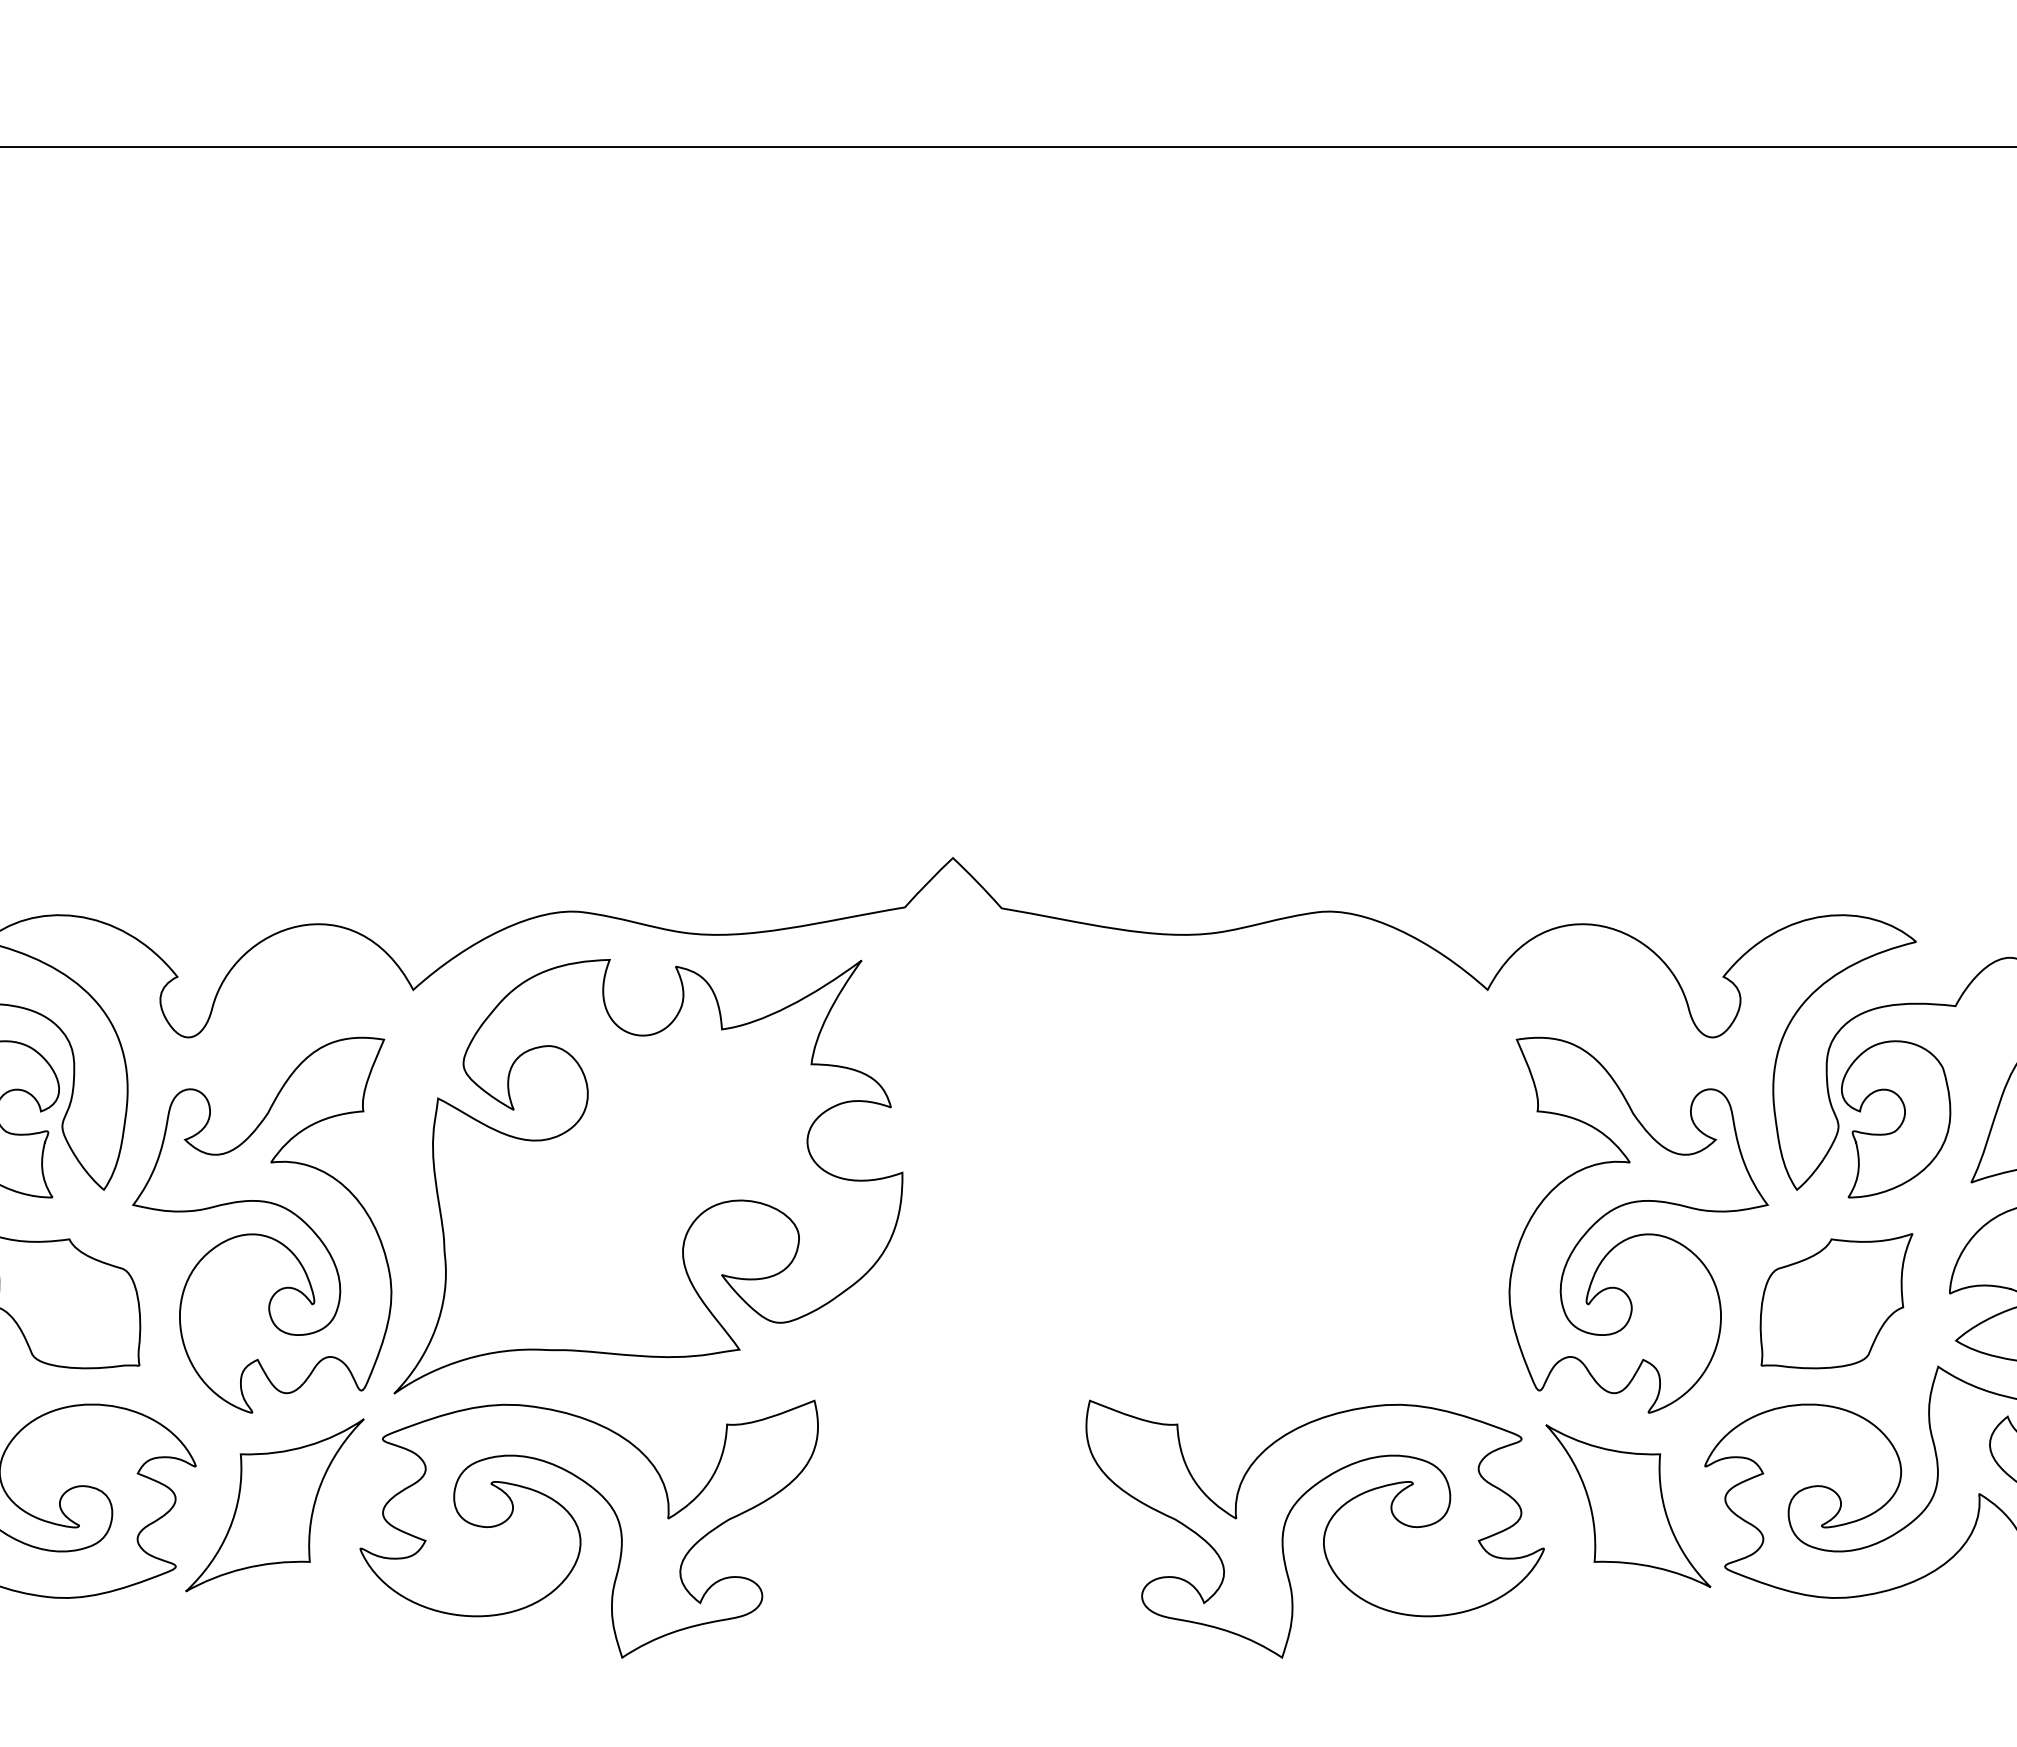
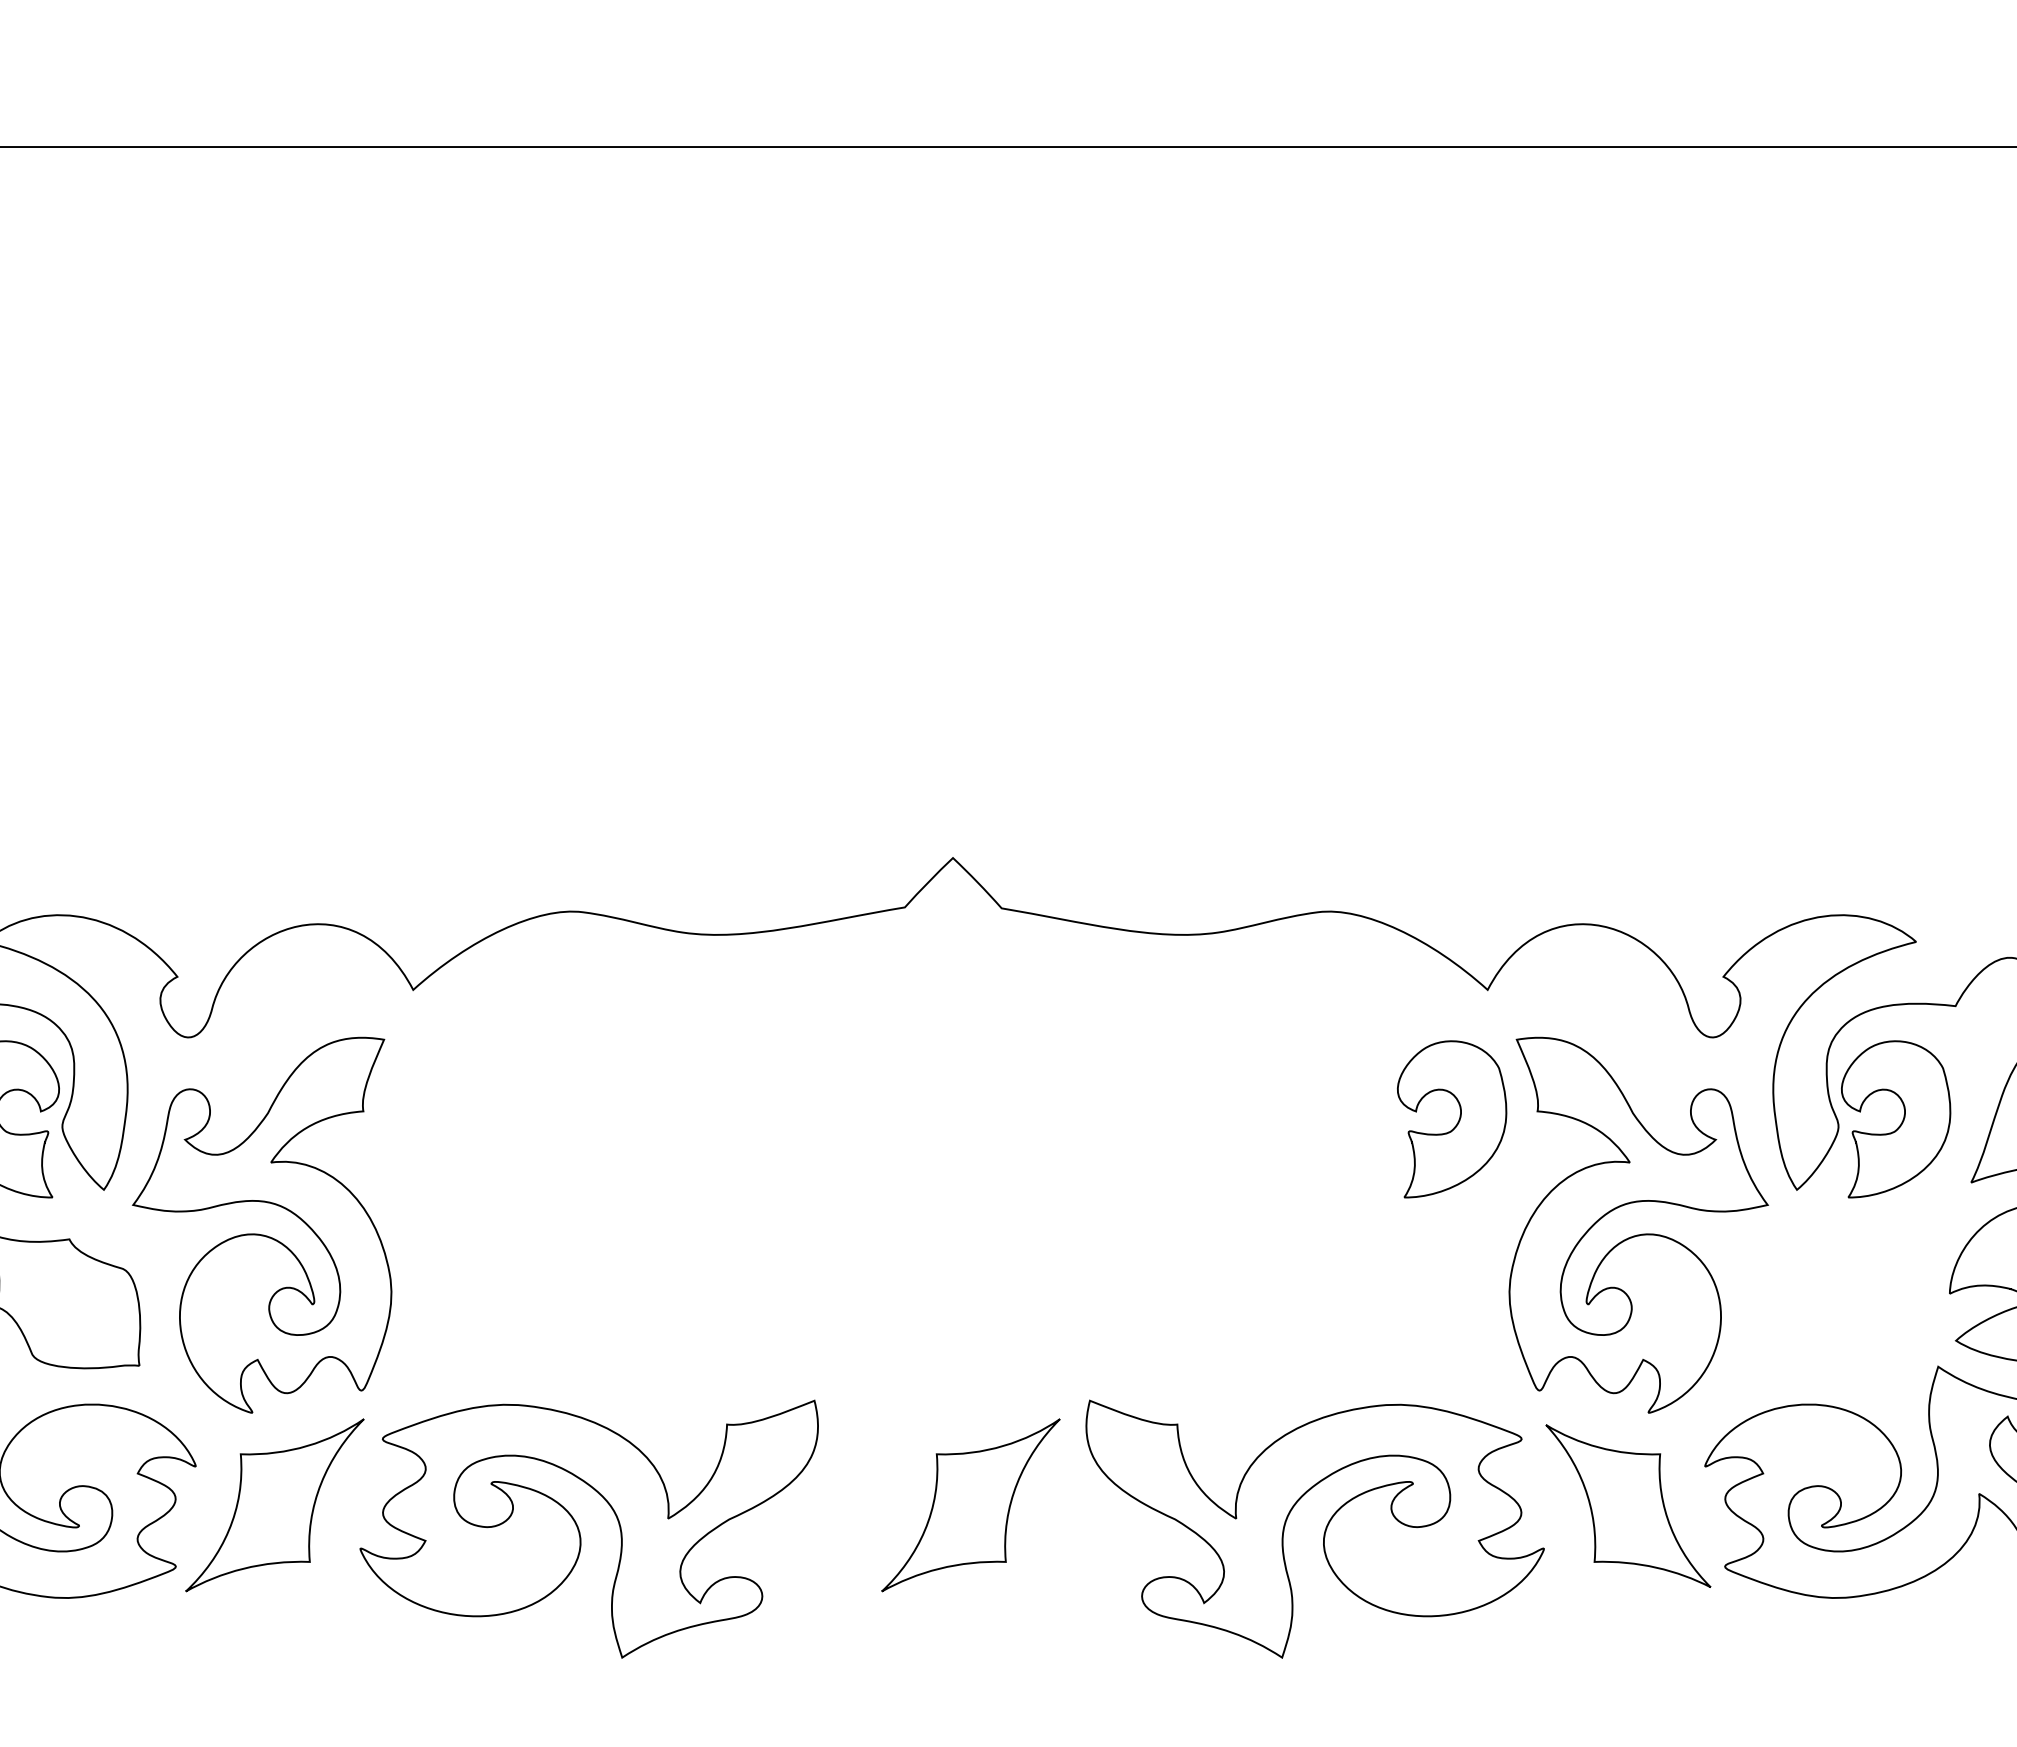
part at (1452, 1119): none -> present
part at (648, 1176): present -> none
part at (1836, 1301): present -> none
part at (970, 1505): none -> present
